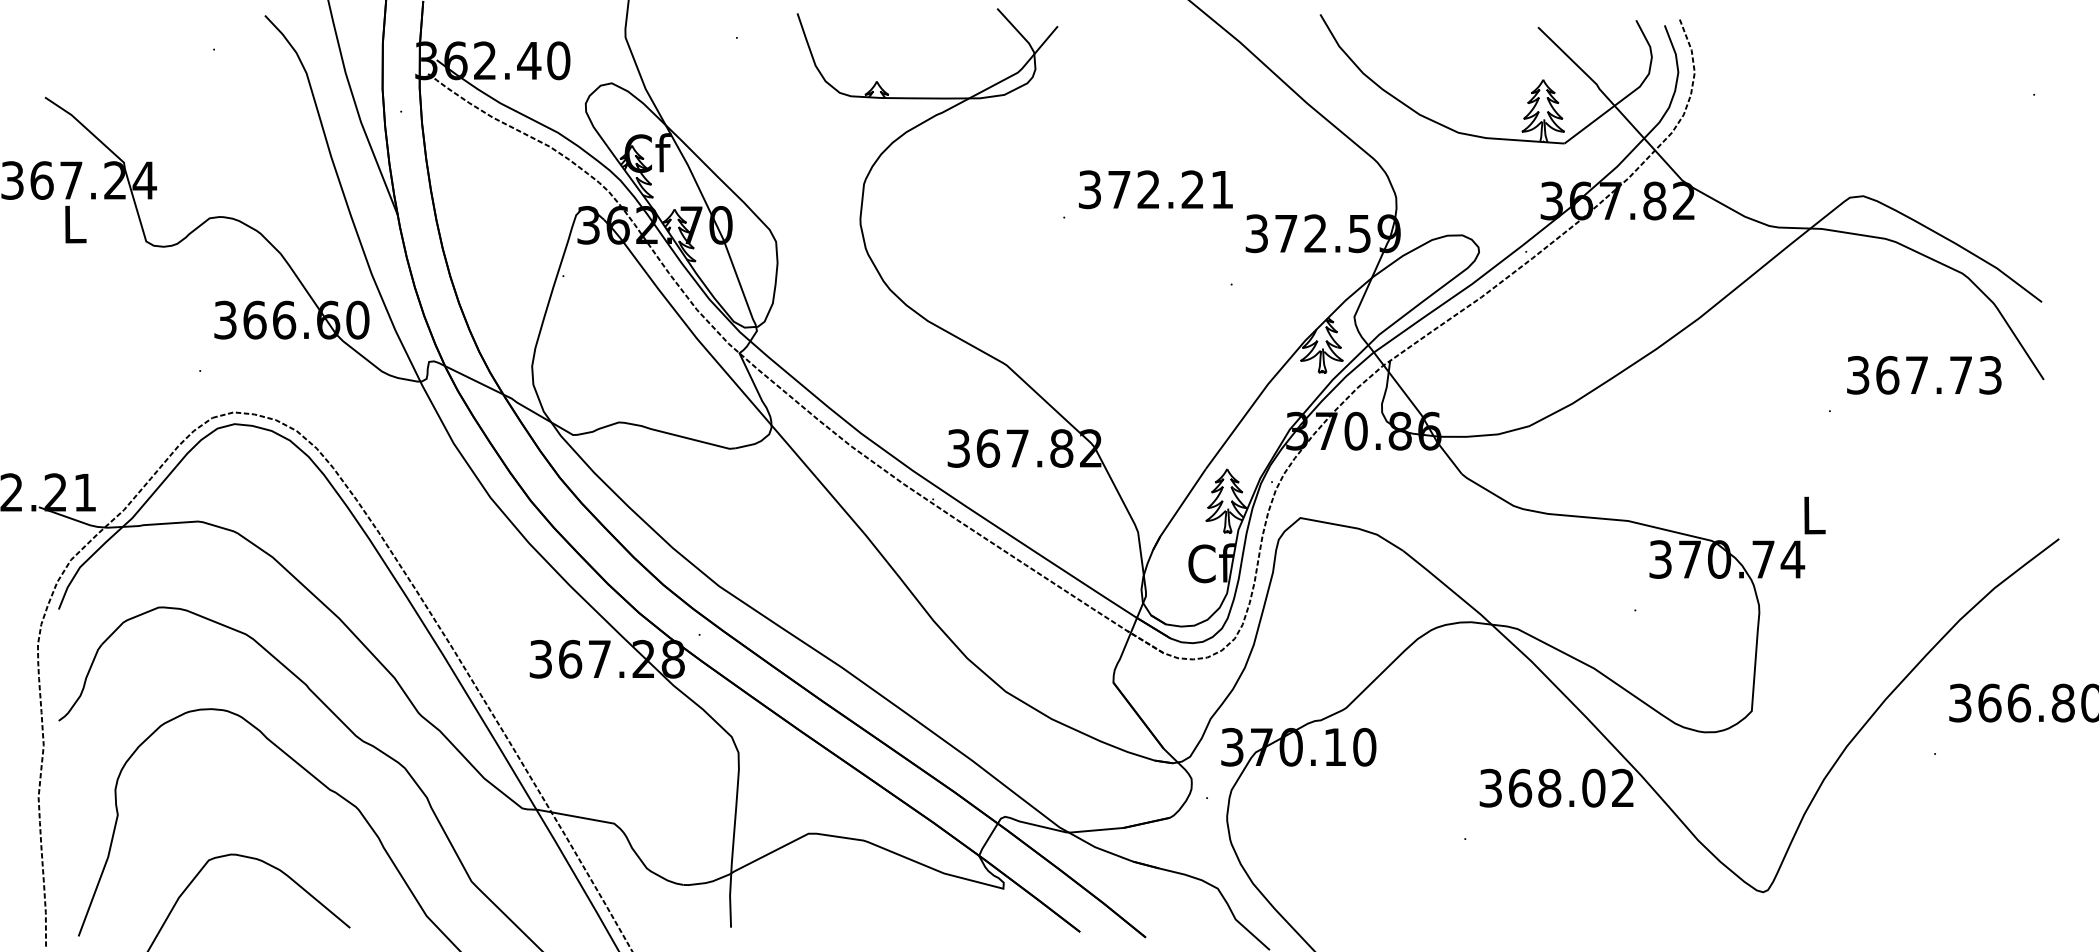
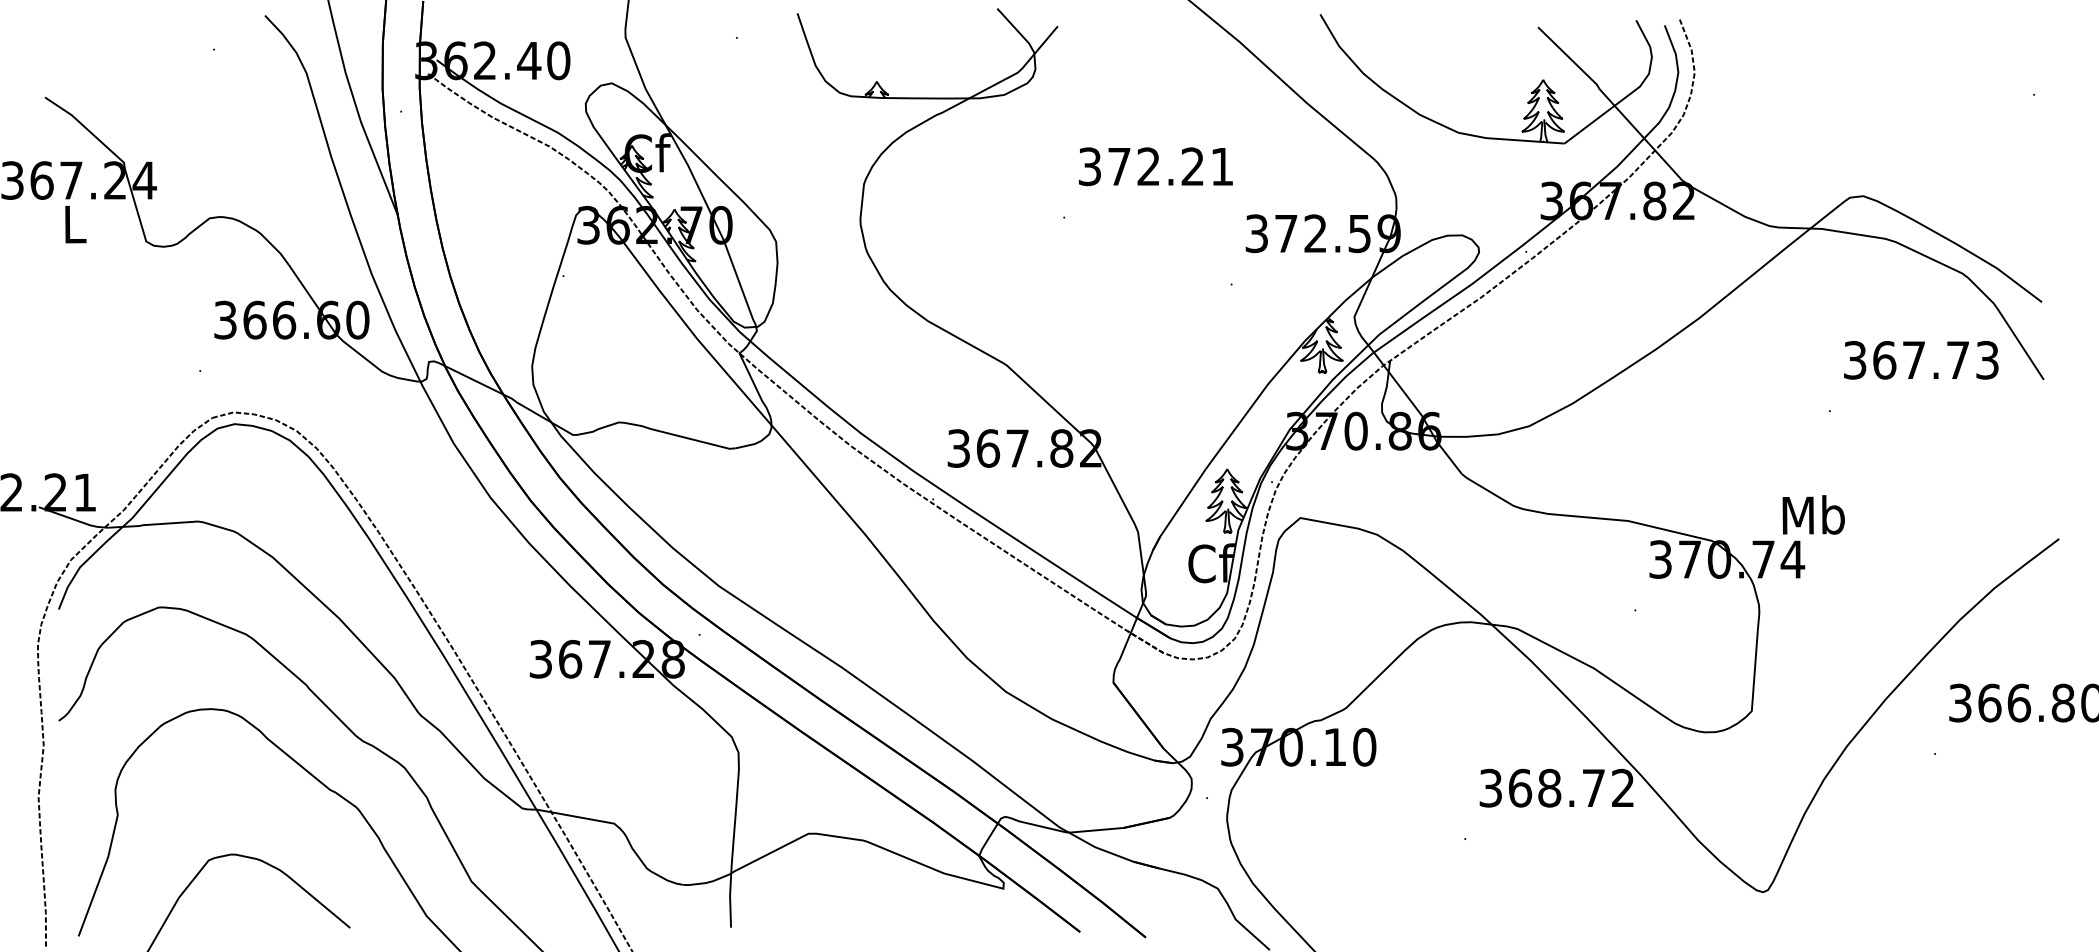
text at (1155, 189) position: (1155, 189) -> (1155, 166)
text at (1924, 375) position: (1924, 375) -> (1921, 360)
text at (1813, 514): L -> Mb
text at (1593, 787): 368.02 -> 368.72
